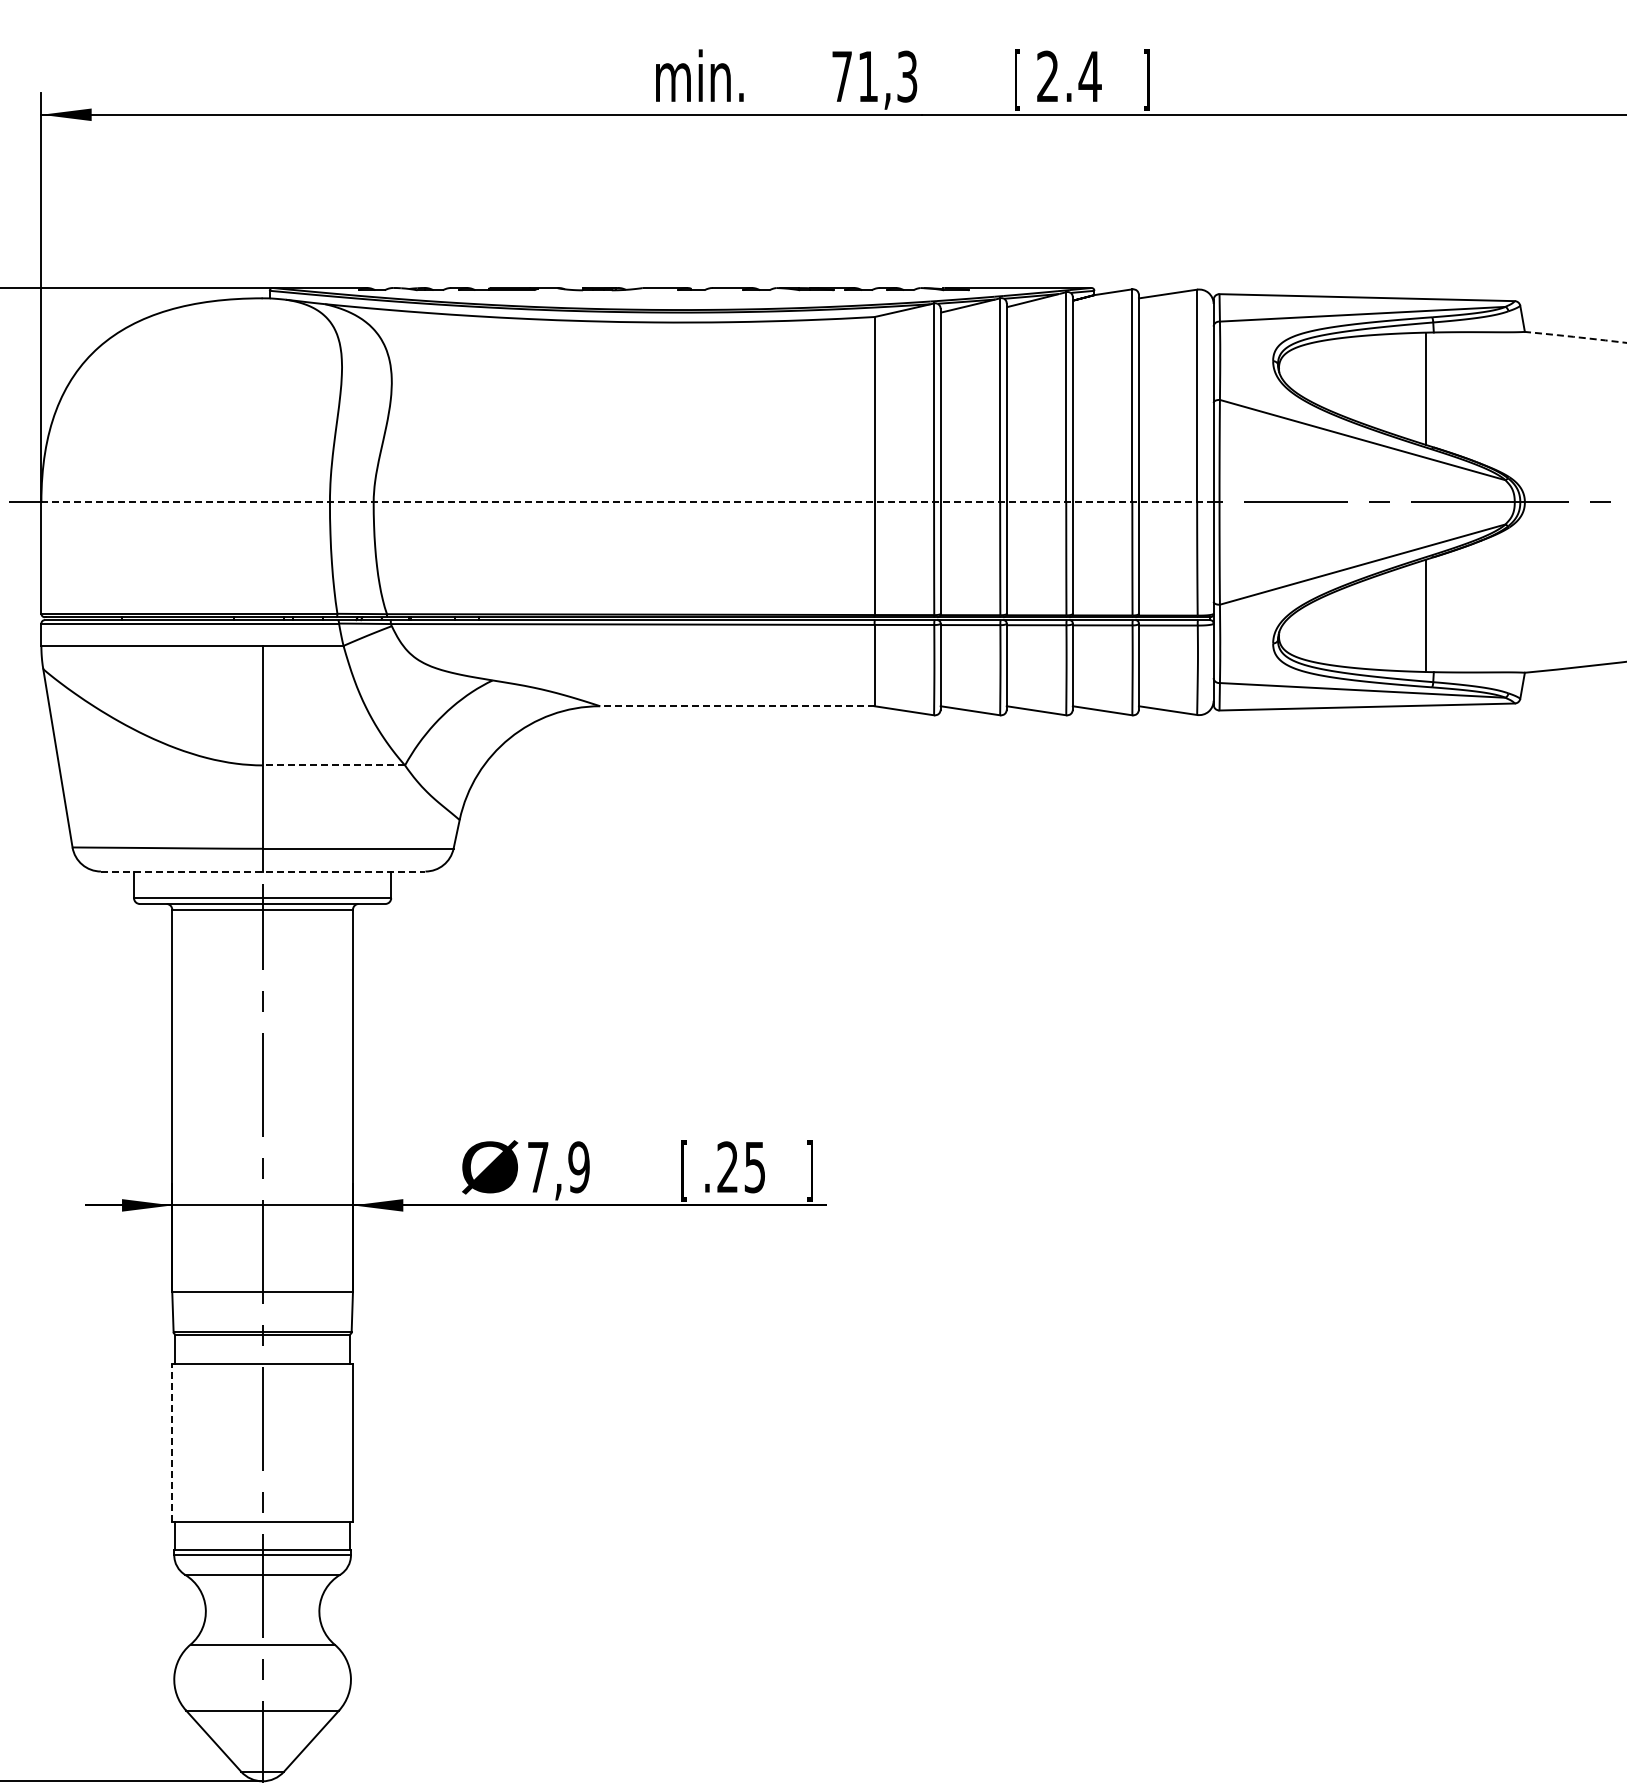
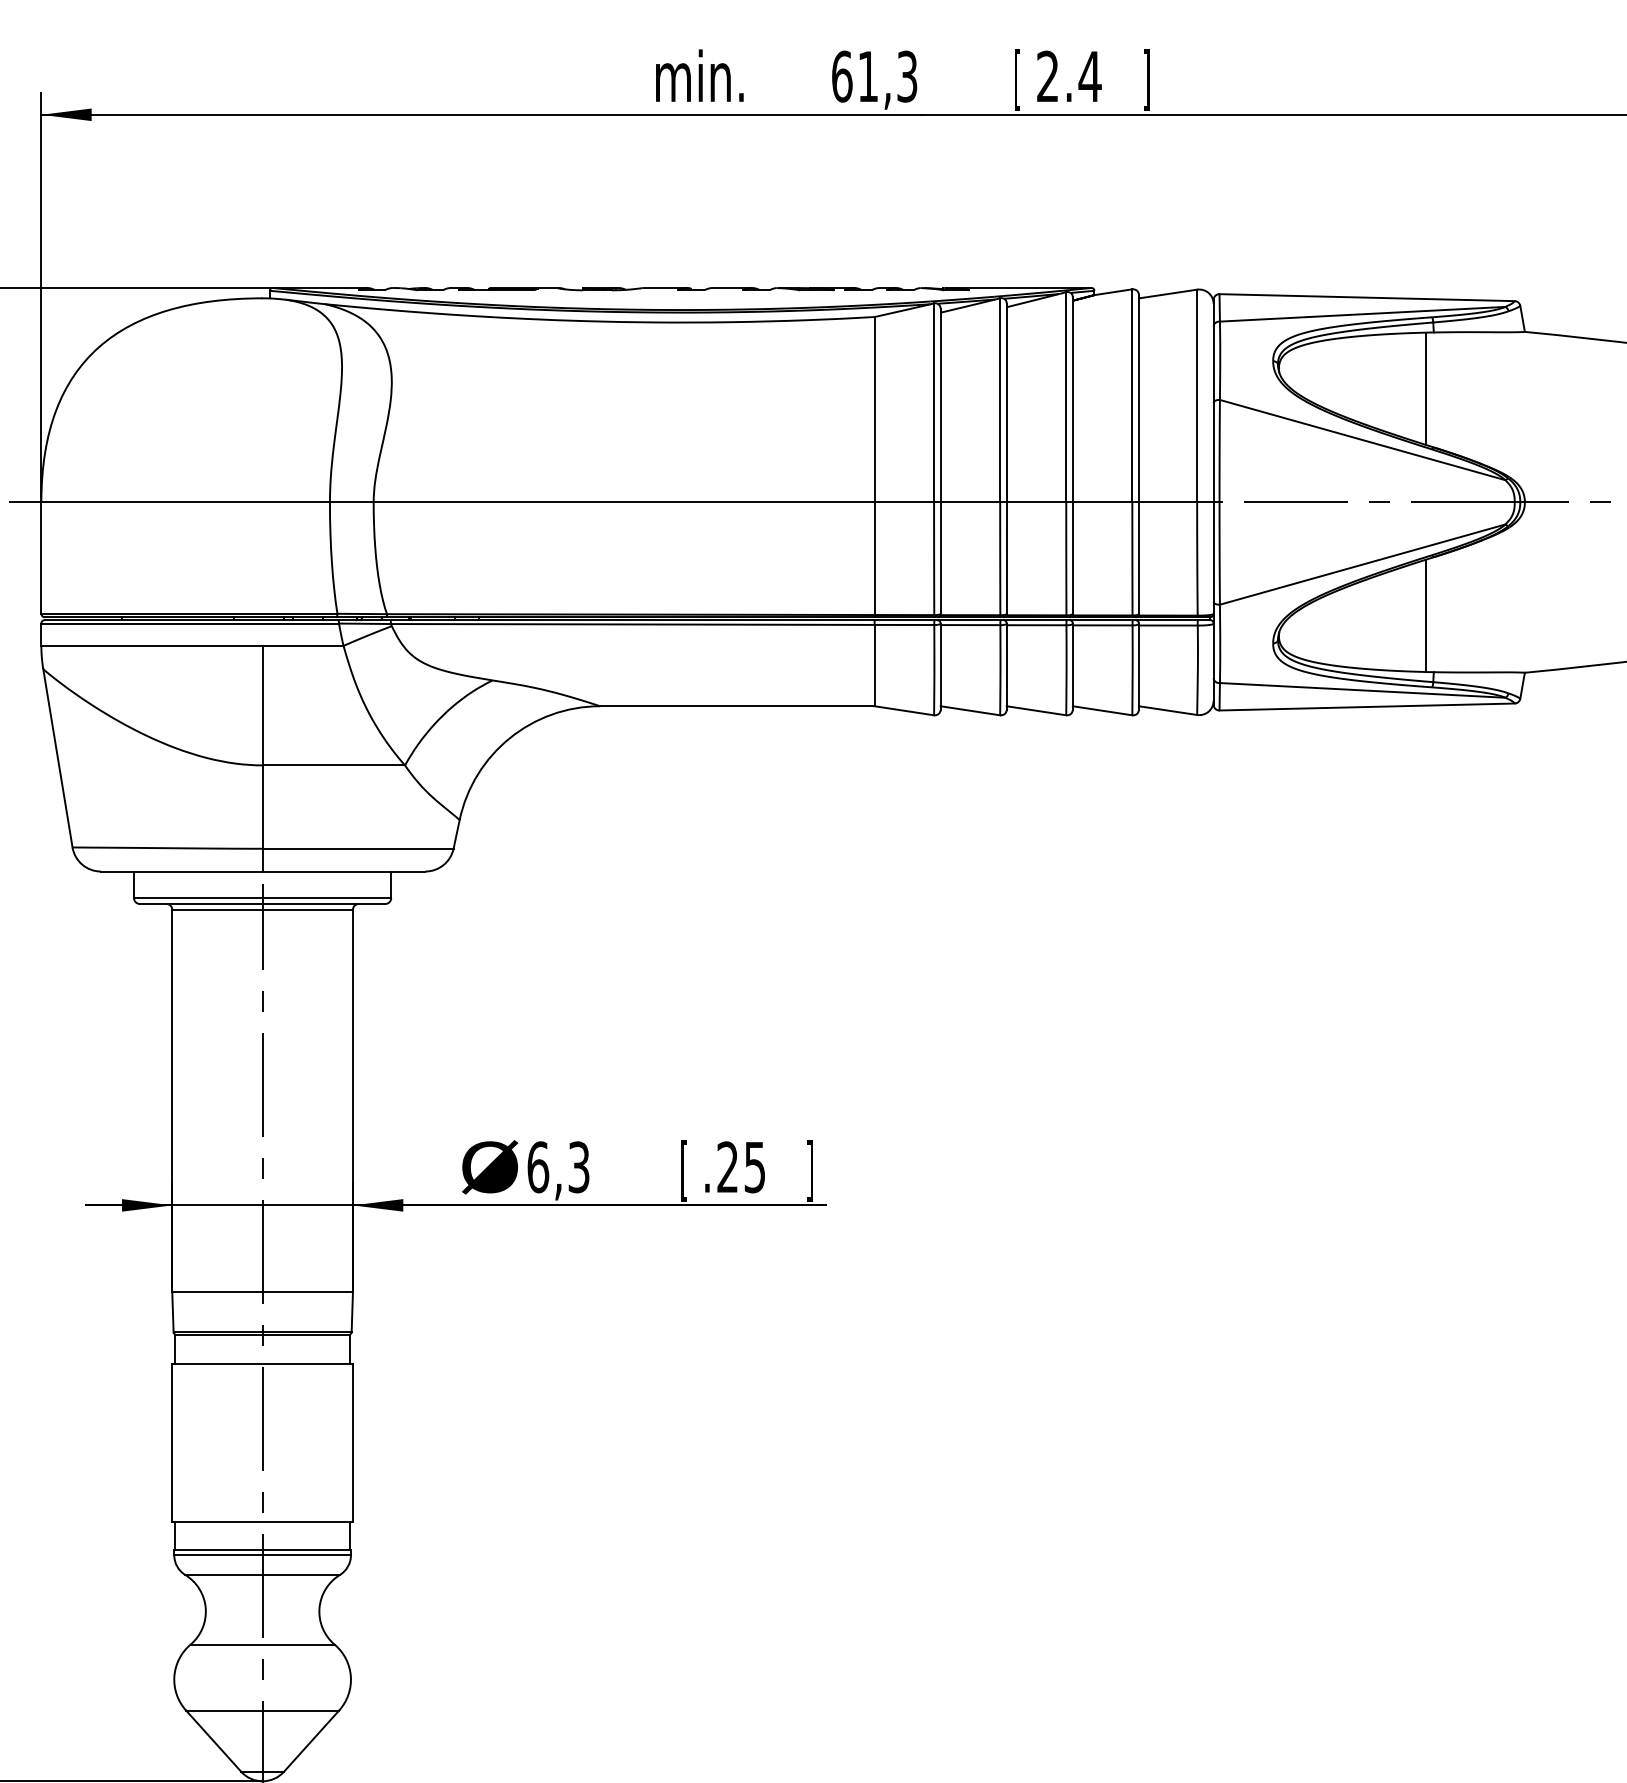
text at (842, 76): 71,3 -> 61,3
arc at (1576, 337): dashed -> solid
line at (628, 502): dashed -> solid
line at (736, 706): dashed -> solid
line at (333, 765): dashed -> solid
line at (263, 871): dashed -> solid
text at (558, 1167): 7,9 -> 6,3
line at (172, 1442): dashed -> solid
